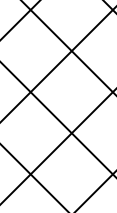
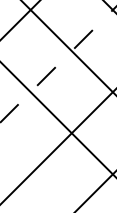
line at (58, 64): solid -> dashed
line at (33, 177): present -> none
